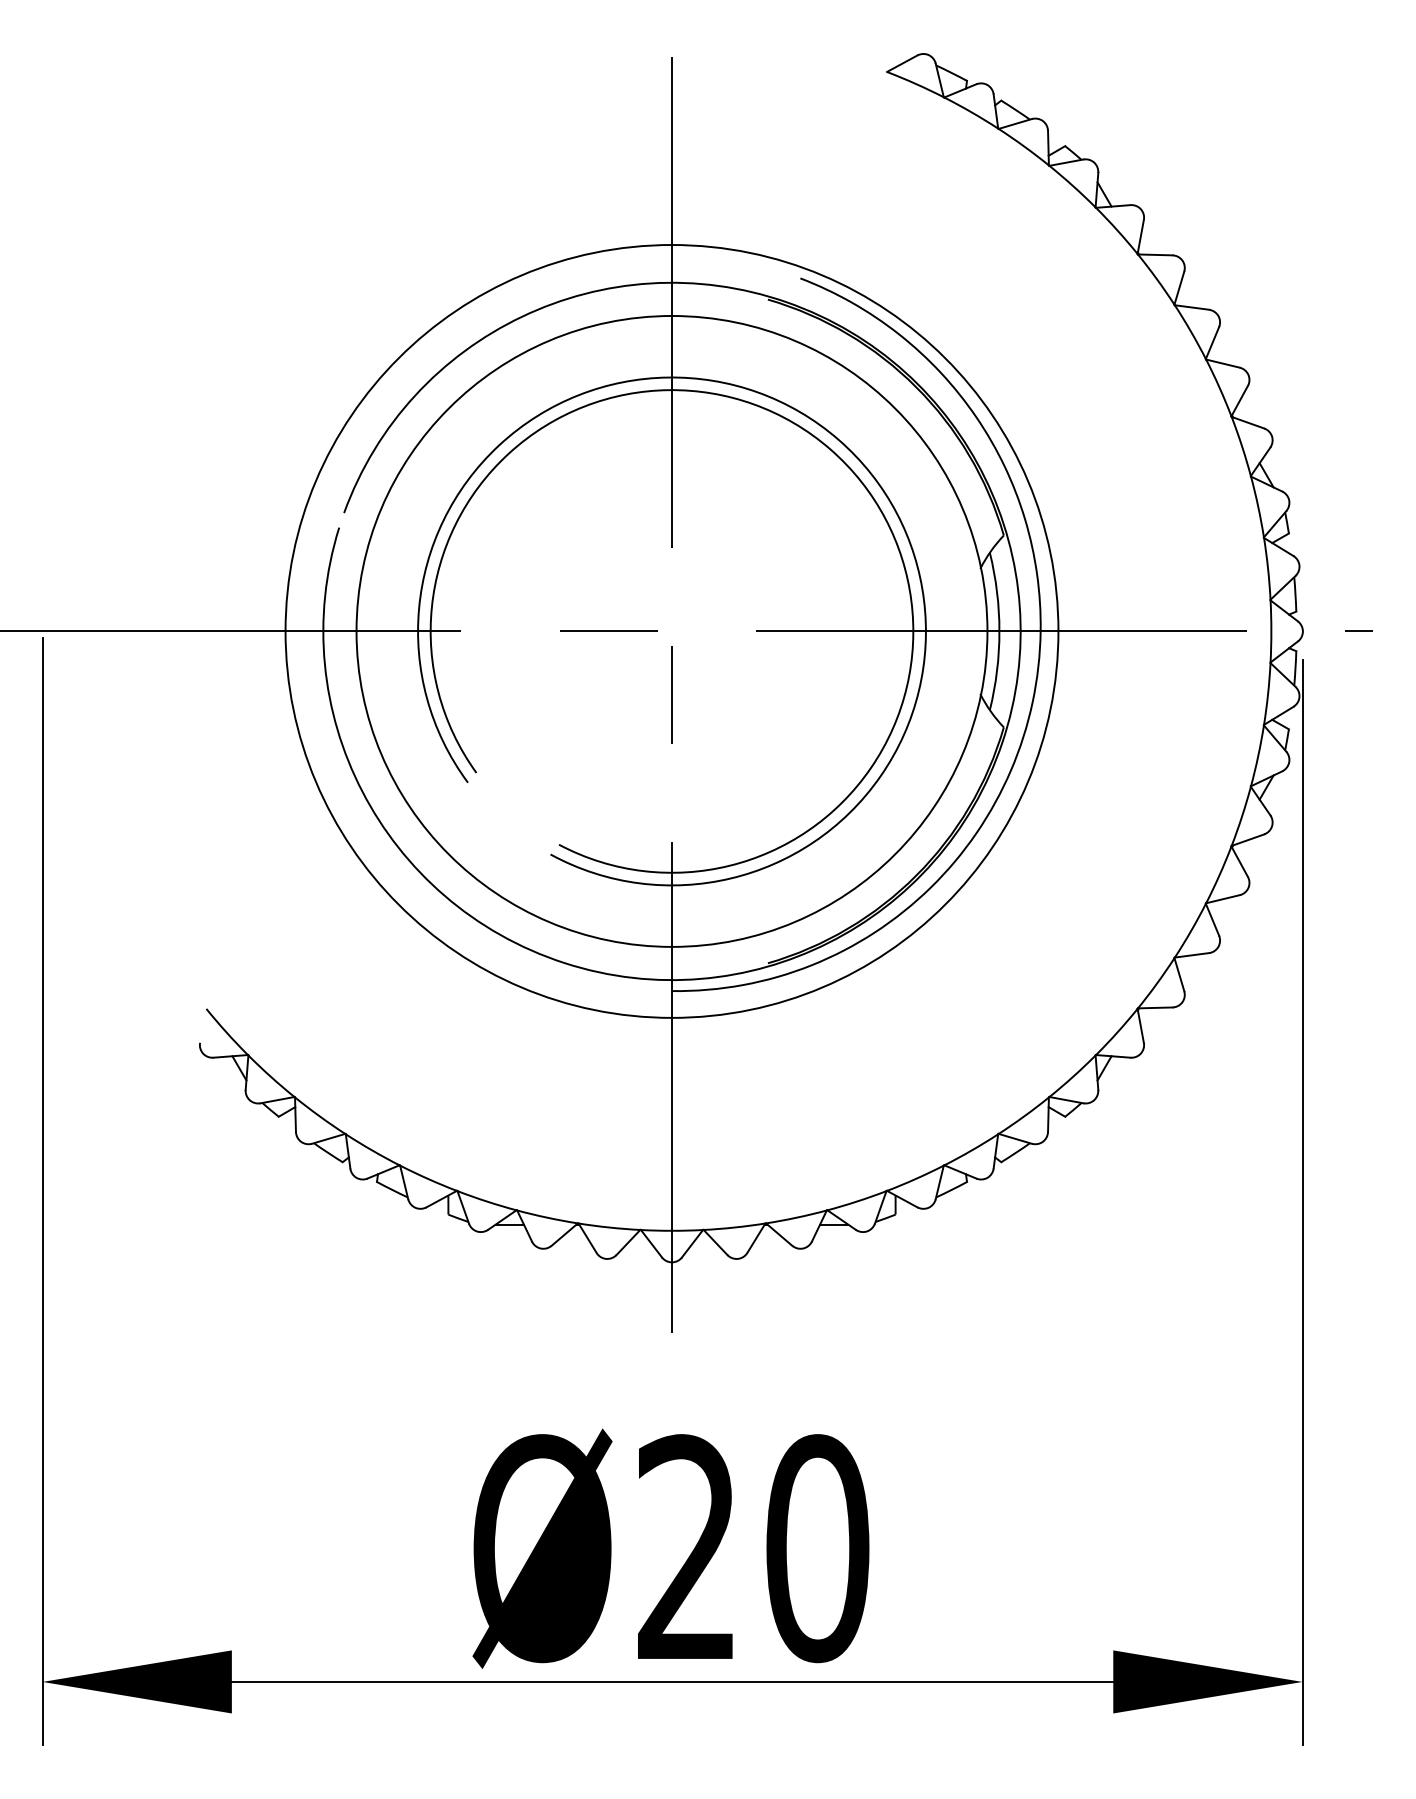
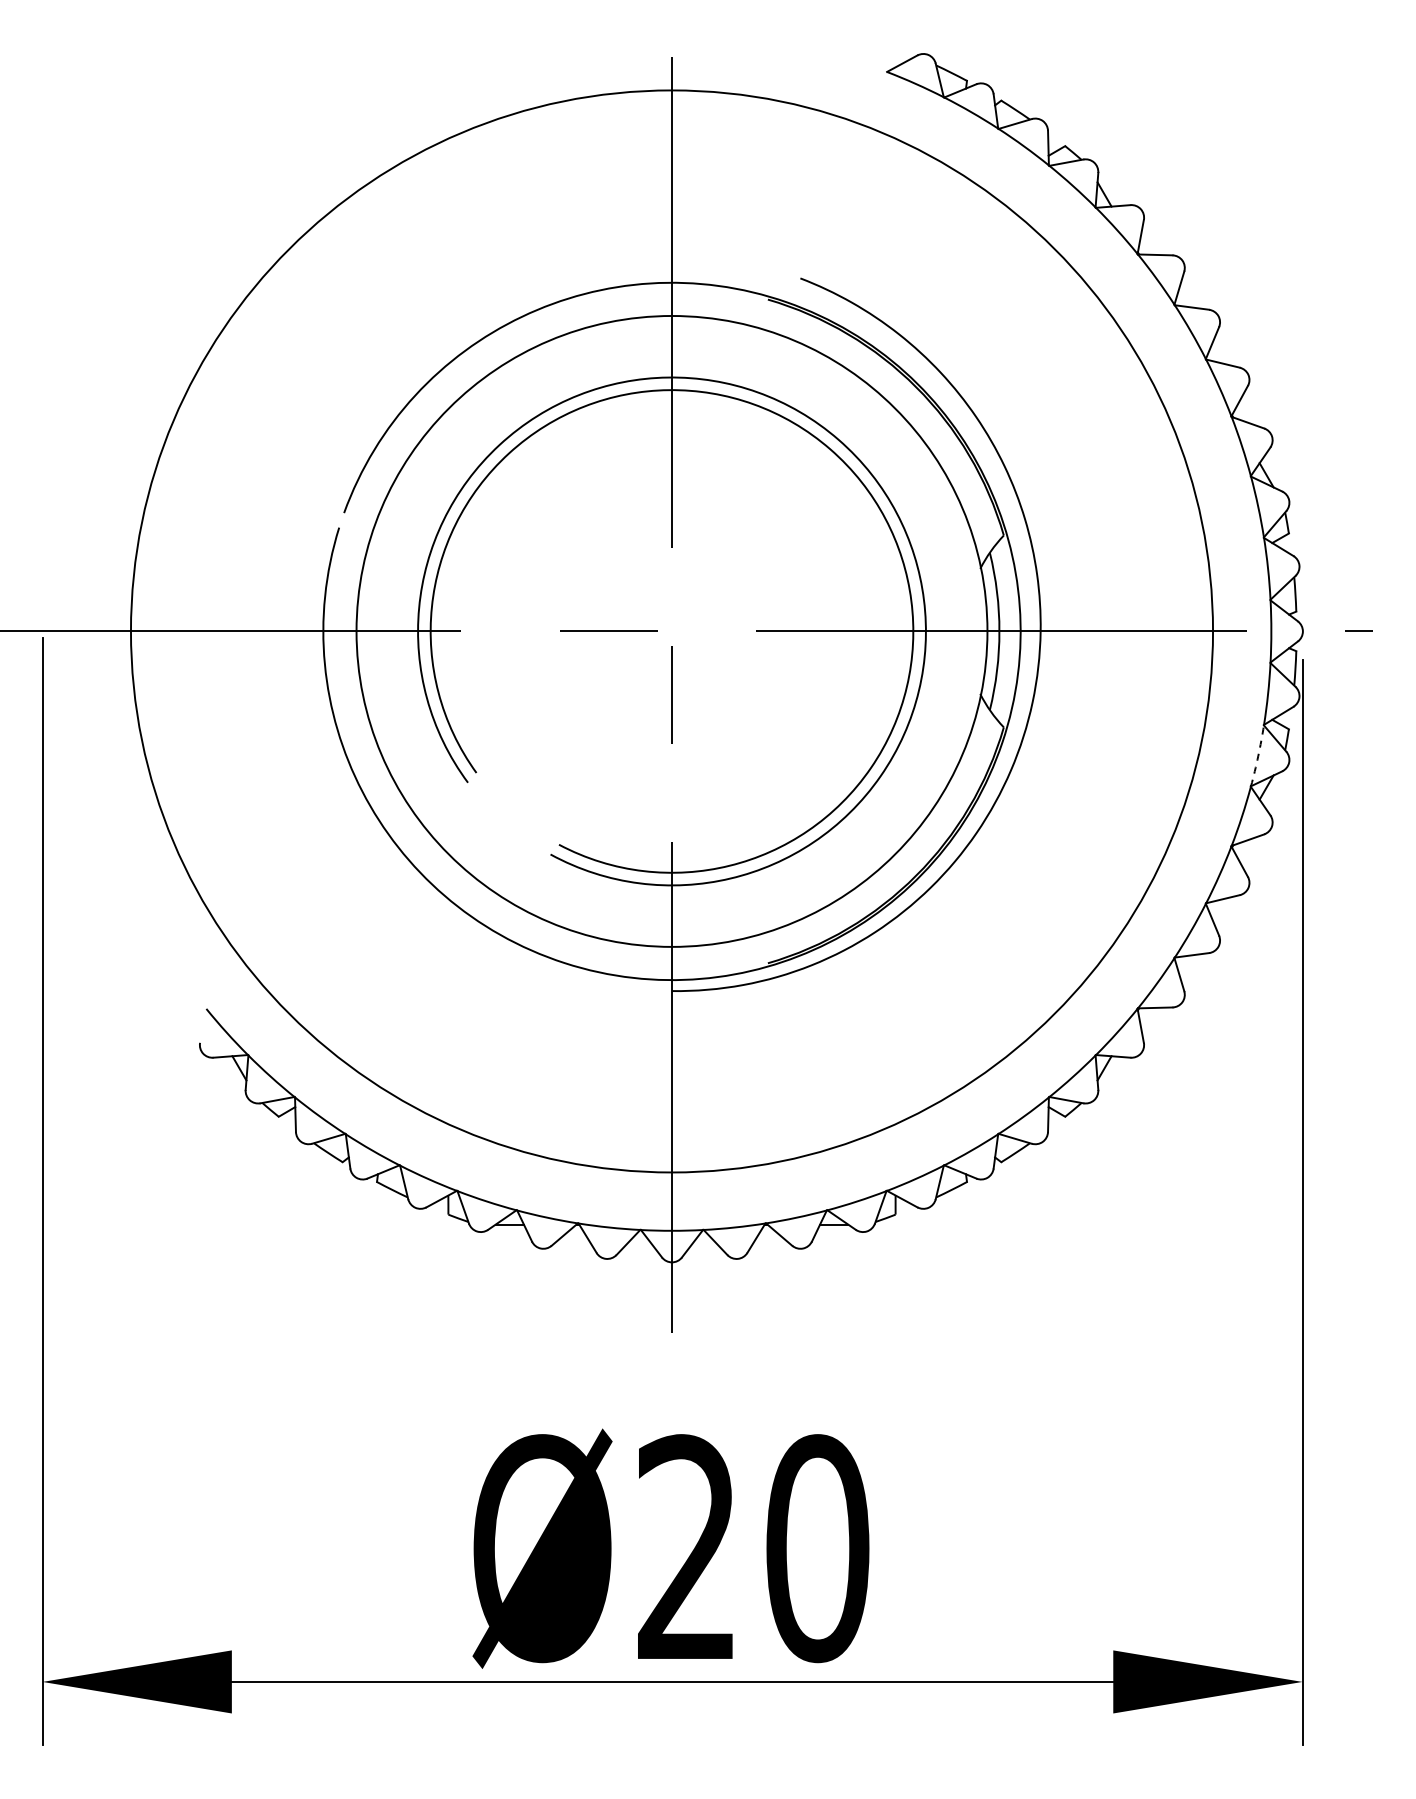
circle at (671, 631) diameter: 773 px -> 1082 px
arc at (1258, 756): solid -> dashed
